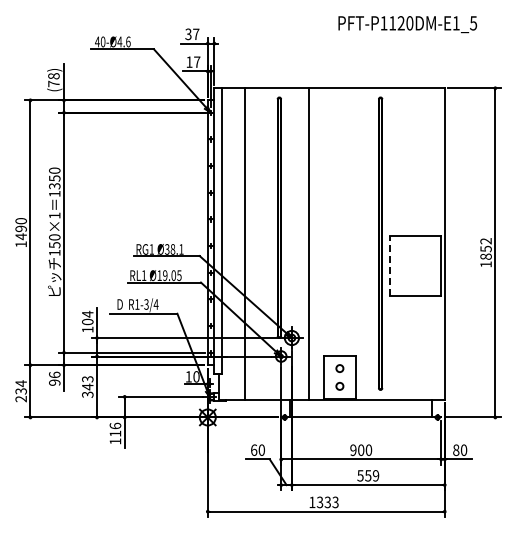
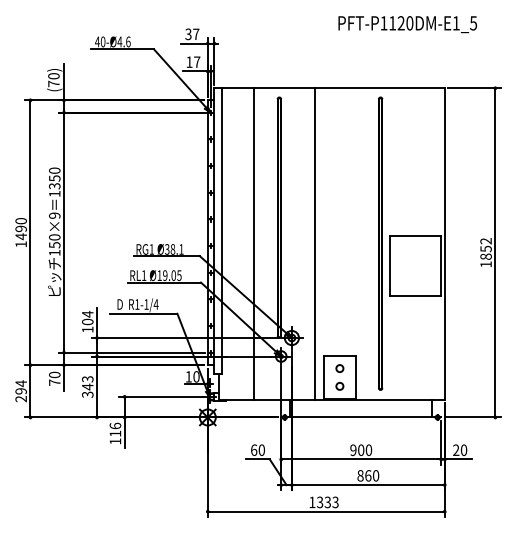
text at (53, 76): (78) -> (70)
text at (54, 215): 150×1 -> 150×9
line at (245, 243) position: (245, 243) -> (254, 243)
line at (308, 243) position: (308, 243) -> (314, 243)
line at (389, 265): dashed -> solid
text at (146, 304): R1-3/4 -> R1-1/4
text at (54, 378): 96 -> 70
text at (20, 391): 234 -> 294
text at (456, 450): 80 -> 20
text at (368, 475): 559 -> 860
